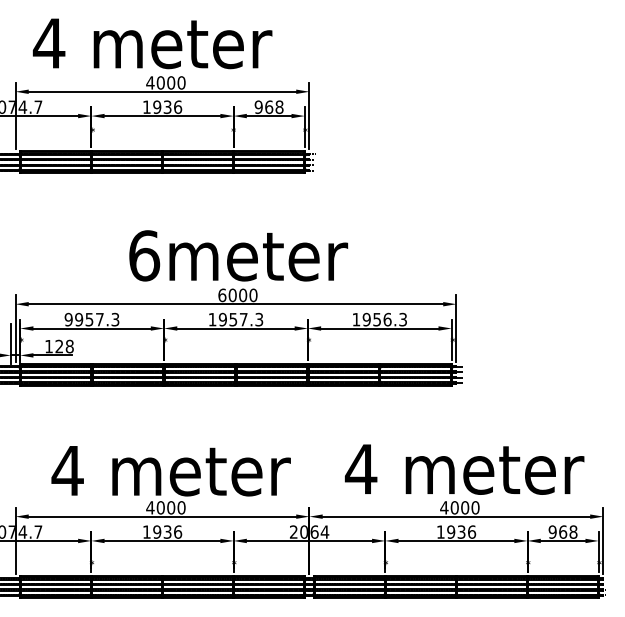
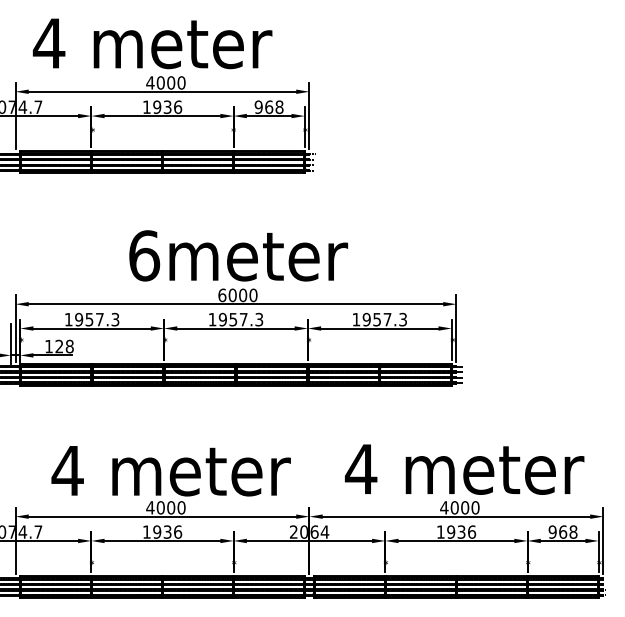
text at (68, 319): 9957.3 -> 1957.3
text at (387, 319): 1956.3 -> 1957.3
